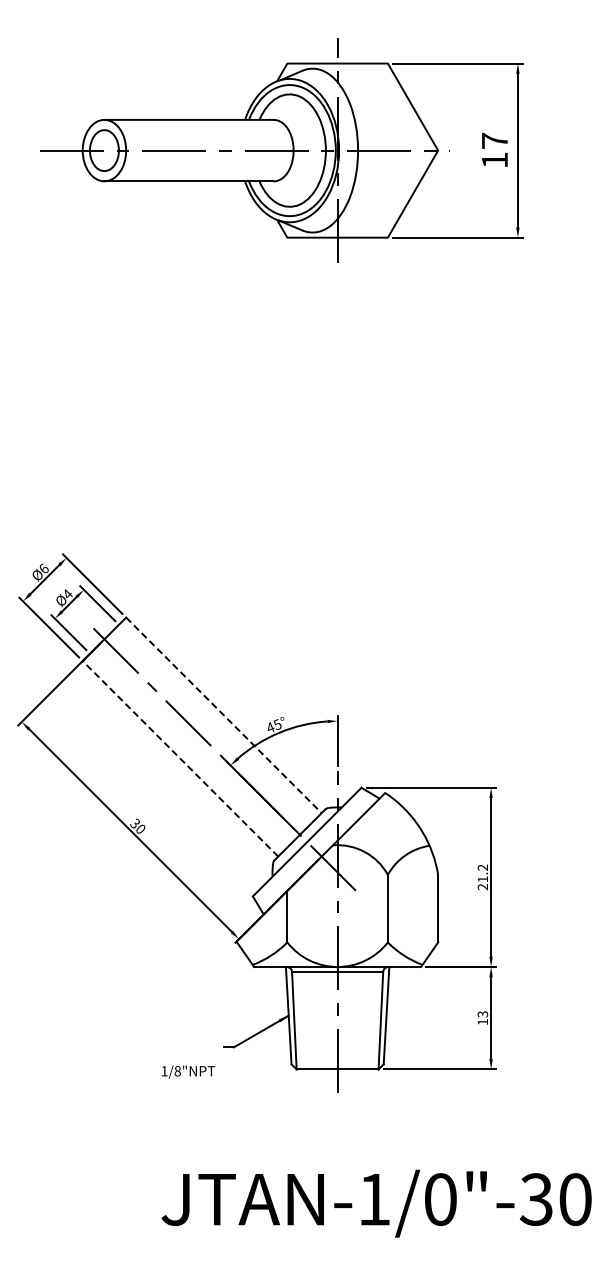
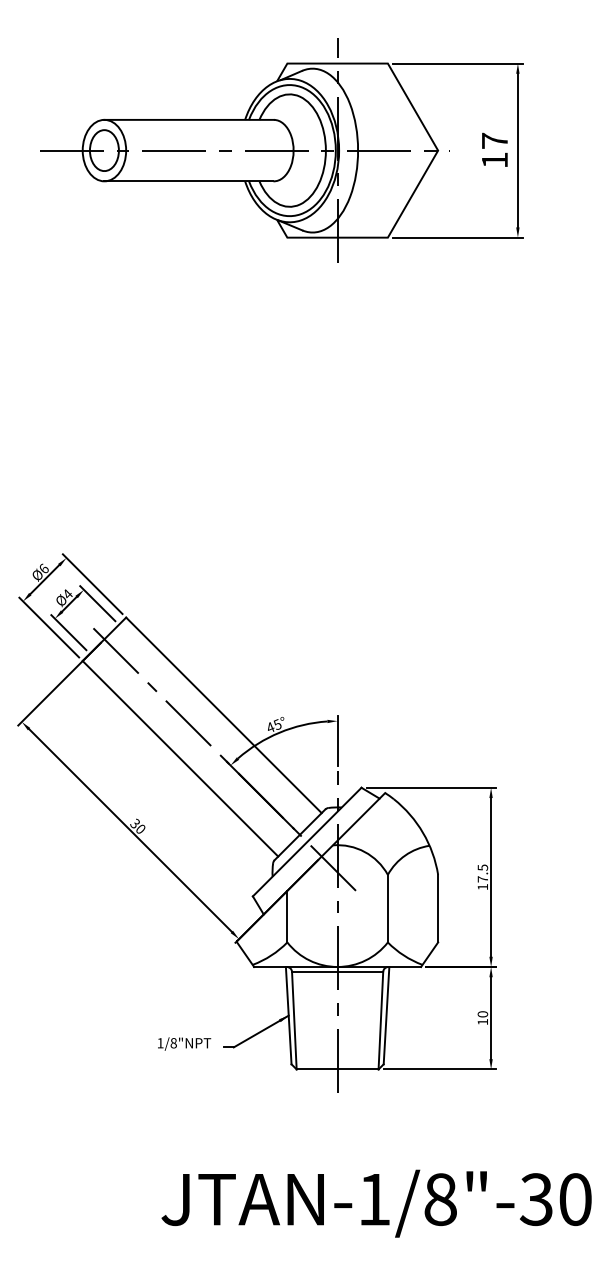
line at (224, 715): dashed -> solid
line at (180, 758): dashed -> solid
text at (482, 877): 21.2 -> 17.5
text at (482, 1014): 13 -> 10
text at (188, 1071) position: (188, 1071) -> (184, 1043)
text at (440, 1199): JTAN-1/0"-30 -> JTAN-1/8"-30
